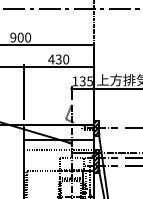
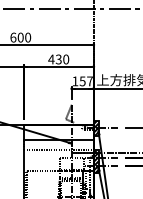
text at (13, 37): 900 -> 600
text at (86, 81): 135 -> 157
